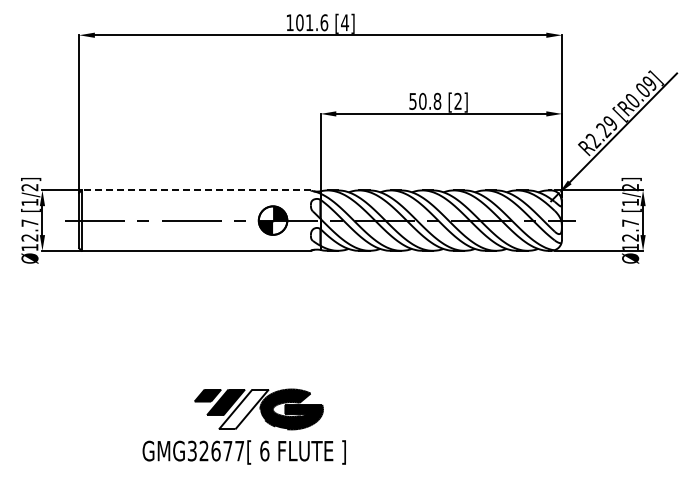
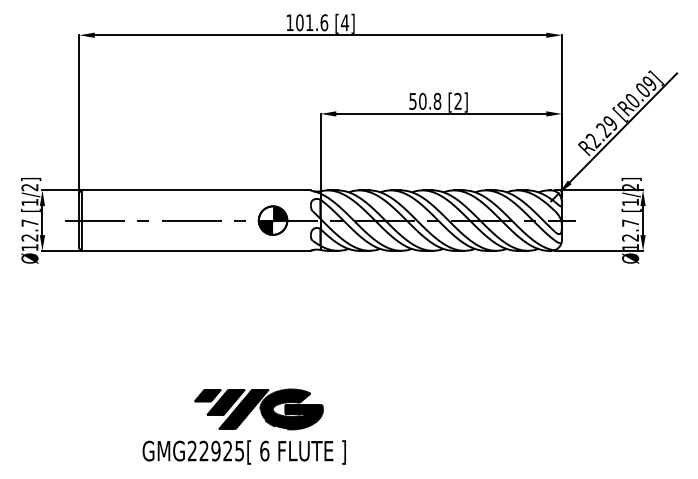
line at (196, 190): dashed -> solid
fill at (243, 409): none -> present
text at (215, 450): GMG32677[ -> GMG22925[
